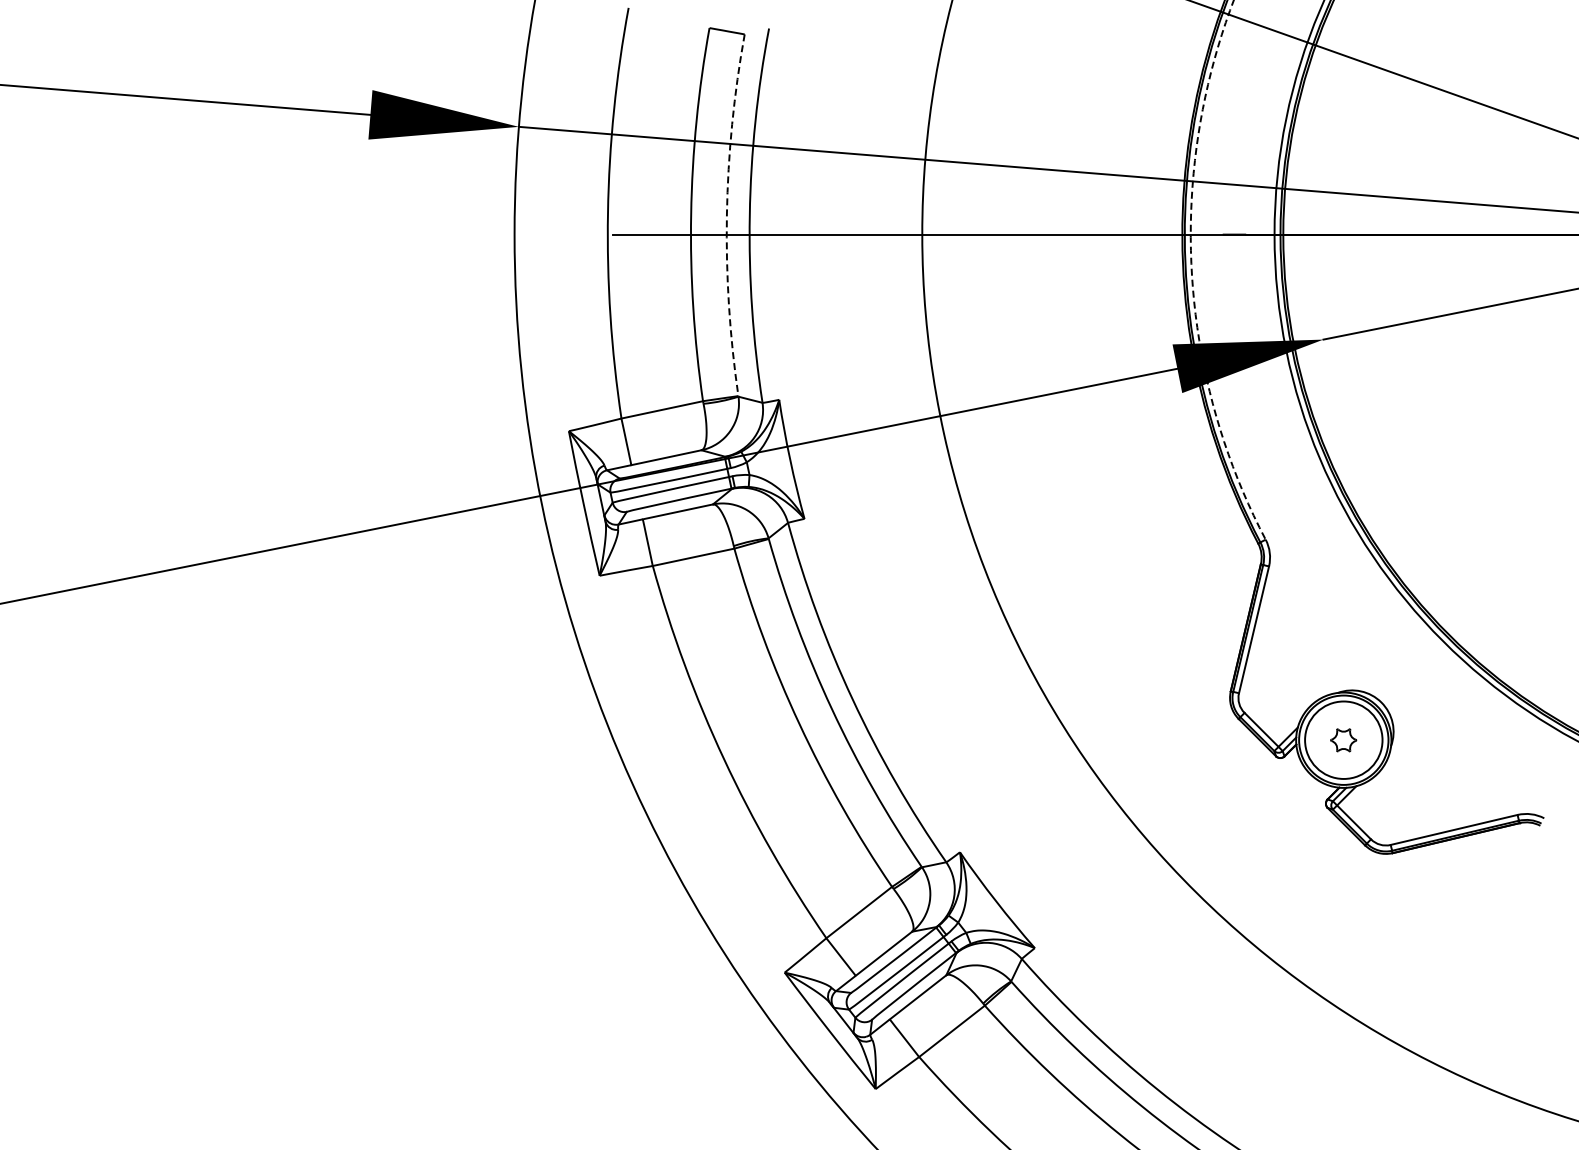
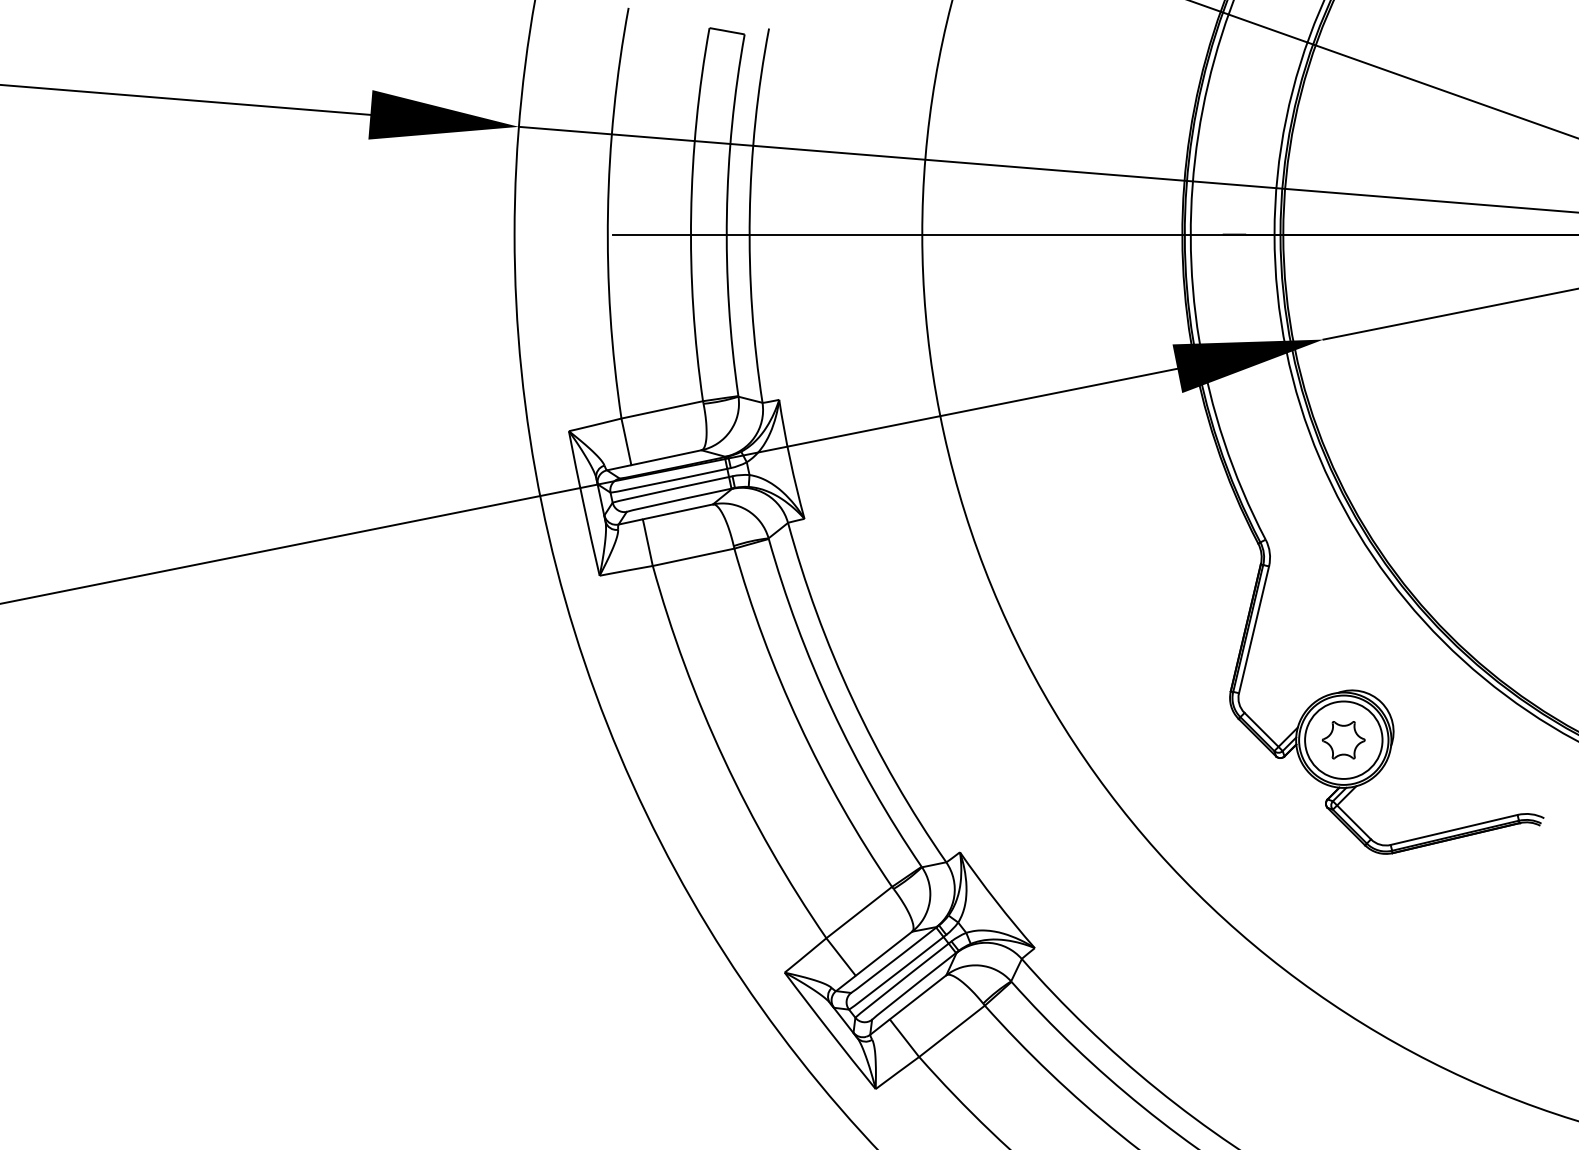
arc at (726, 215): dashed -> solid
arc at (1192, 277): dashed -> solid
part at (1343, 740) size: 28x25 px -> 45x39 px
